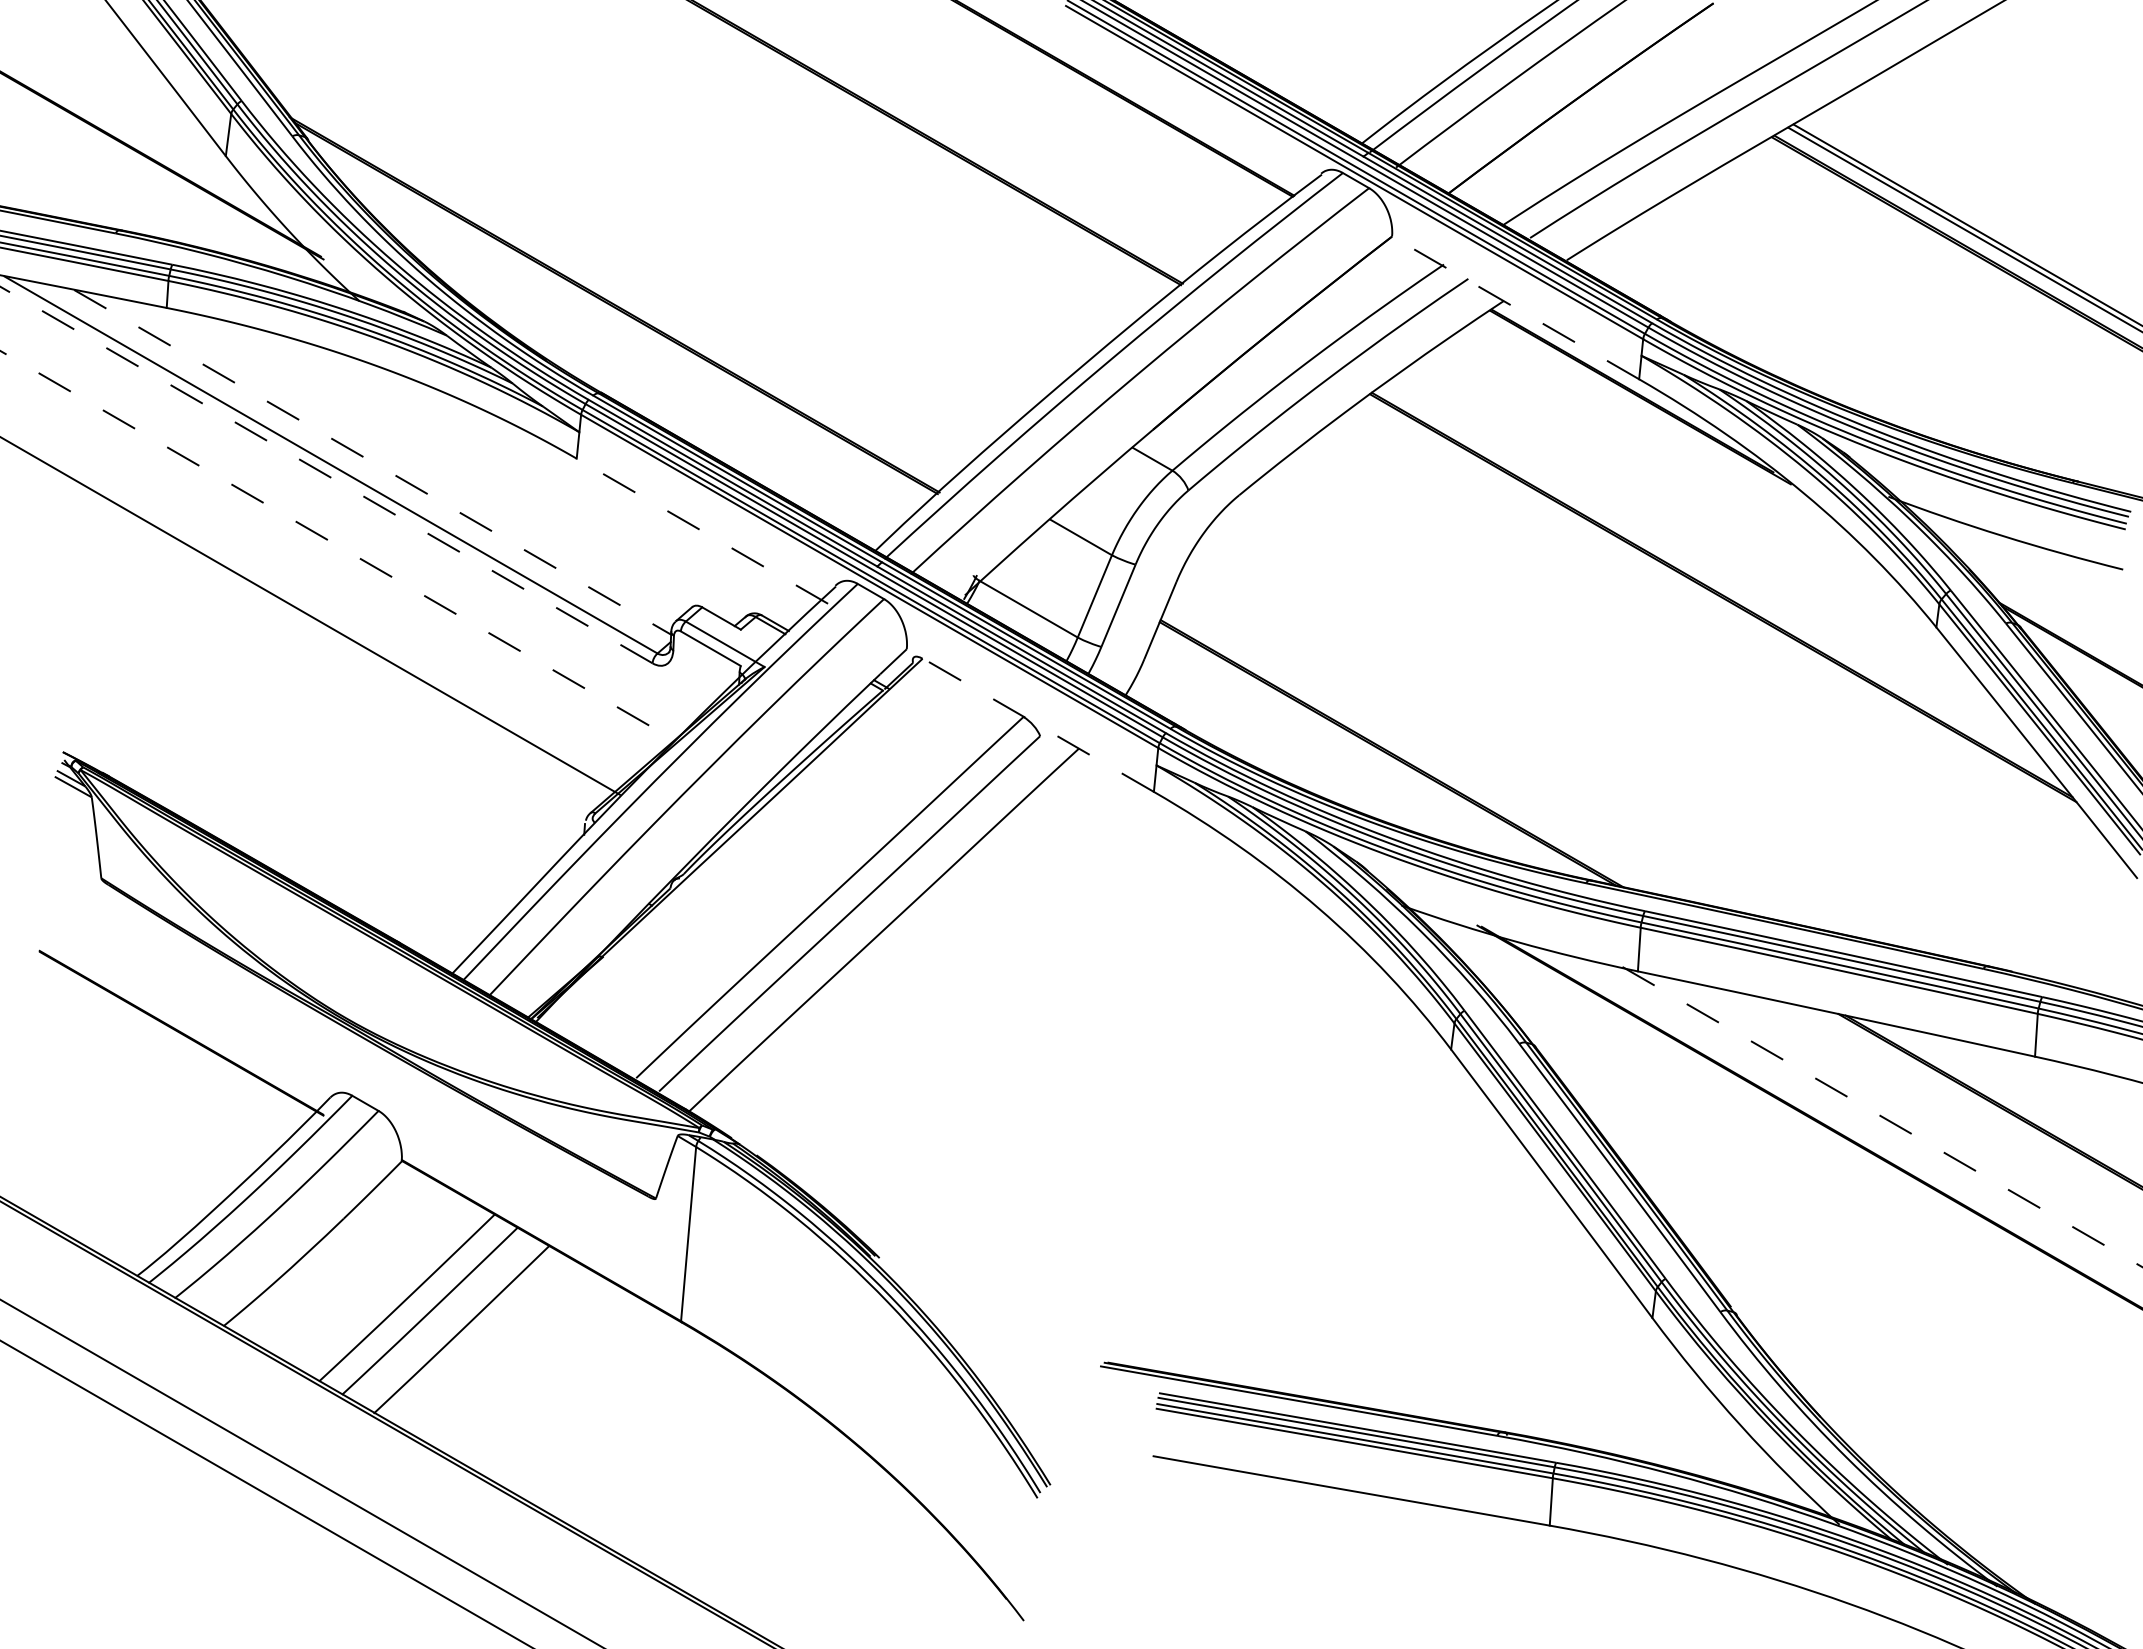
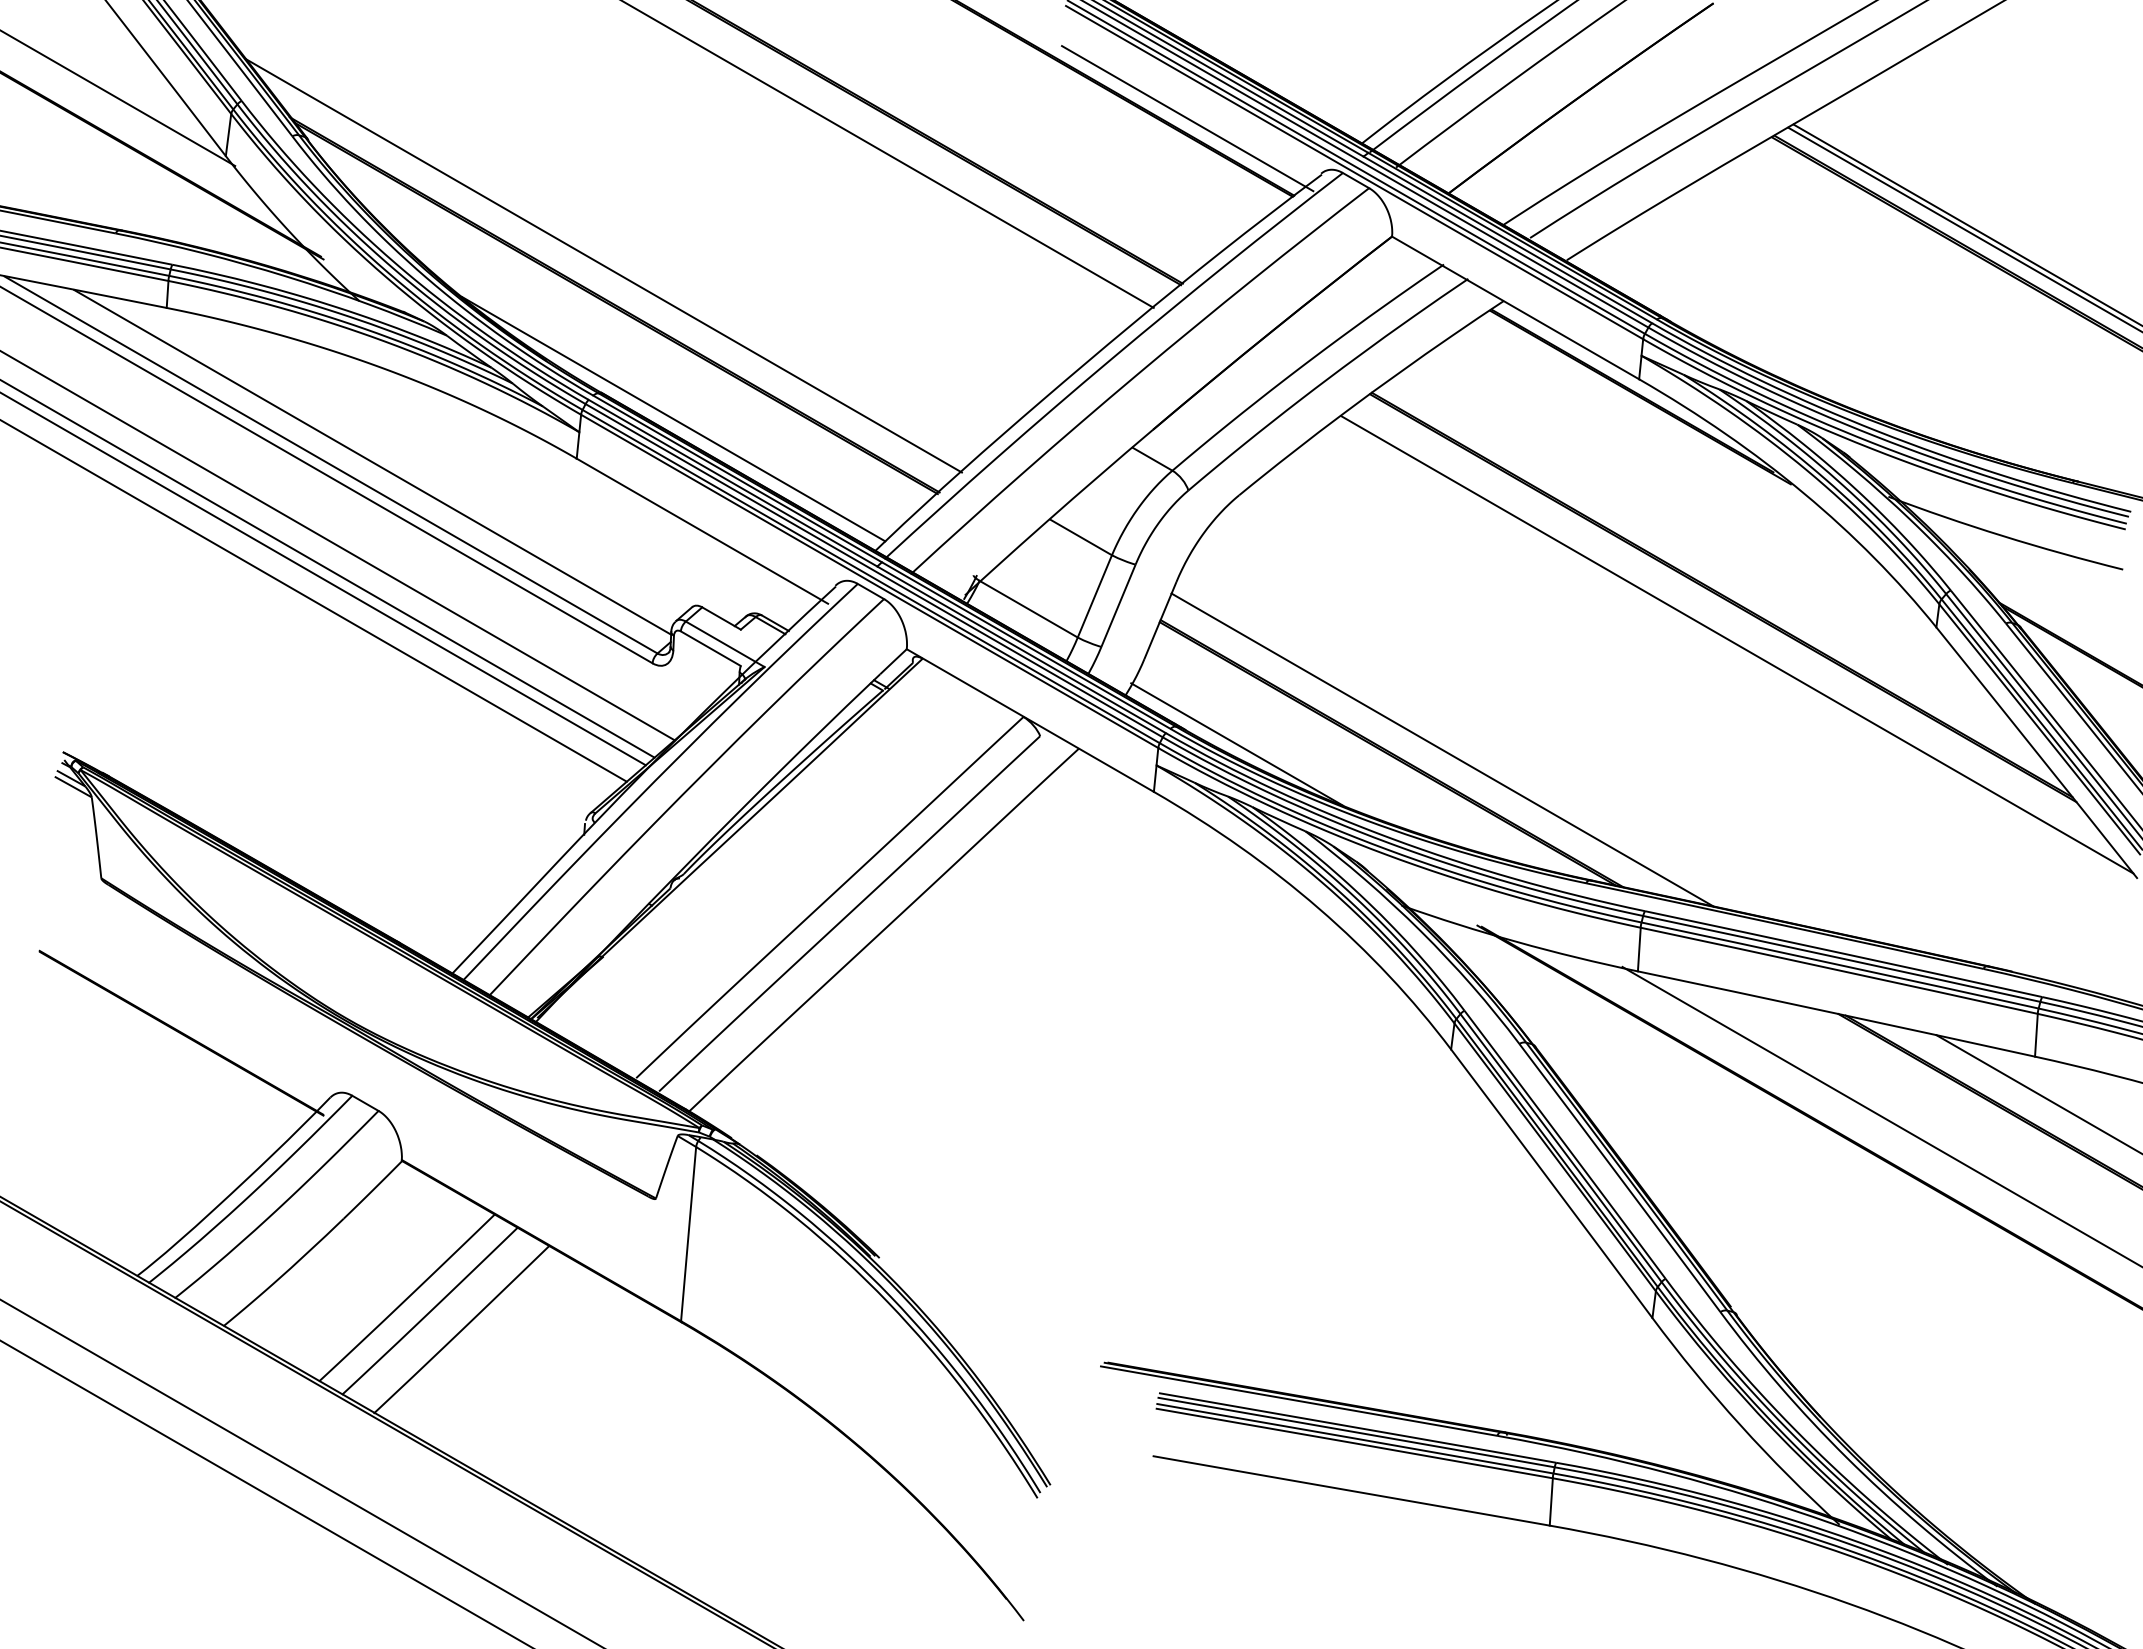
line at (118, 98): none -> present
line at (1187, 118): none -> present
line at (888, 154): none -> present
line at (603, 265): none -> present
line at (1515, 307): dashed -> solid
line at (673, 418): none -> present
line at (372, 462): dashed -> solid
line at (326, 474): dashed -> solid
line at (701, 530): dashed -> solid
line at (338, 545): dashed -> solid
line at (328, 569): none -> present
line at (323, 579): none -> present
line at (310, 616) position: (310, 616) -> (314, 601)
line at (1737, 644): none -> present
line at (1030, 720): dashed -> solid
line at (1237, 744): none -> present
line at (1442, 749): none -> present
line at (2037, 1093): none -> present
line at (1883, 1117): dashed -> solid
